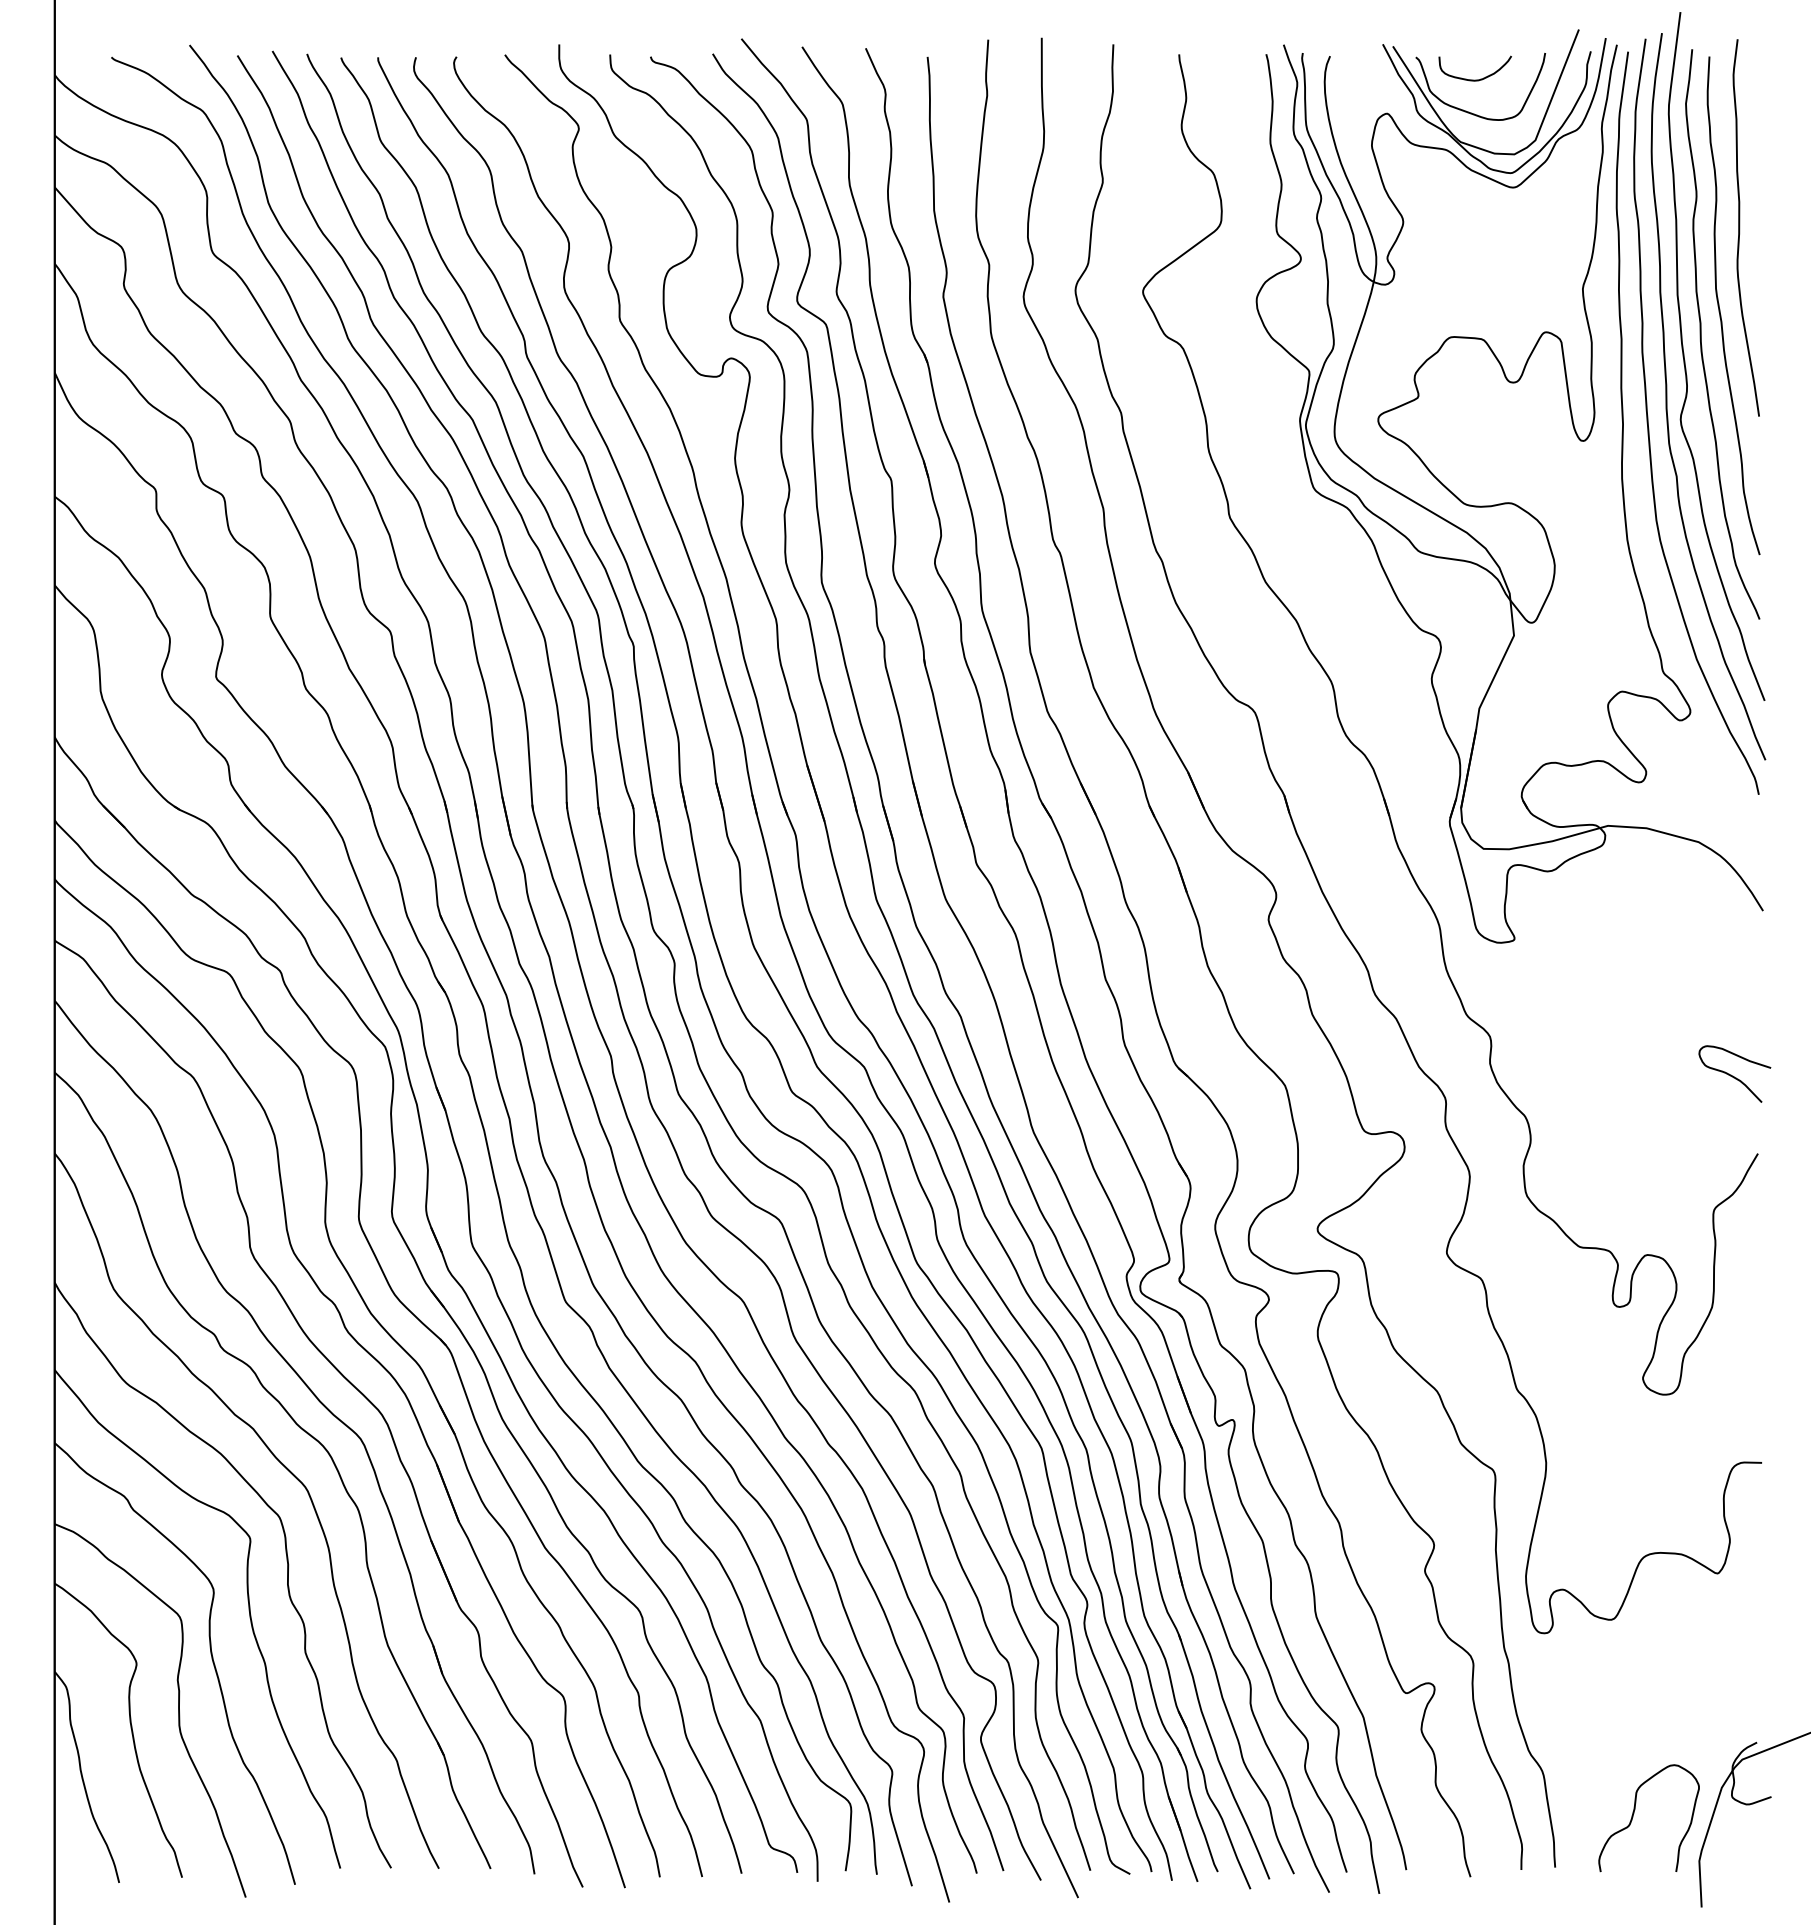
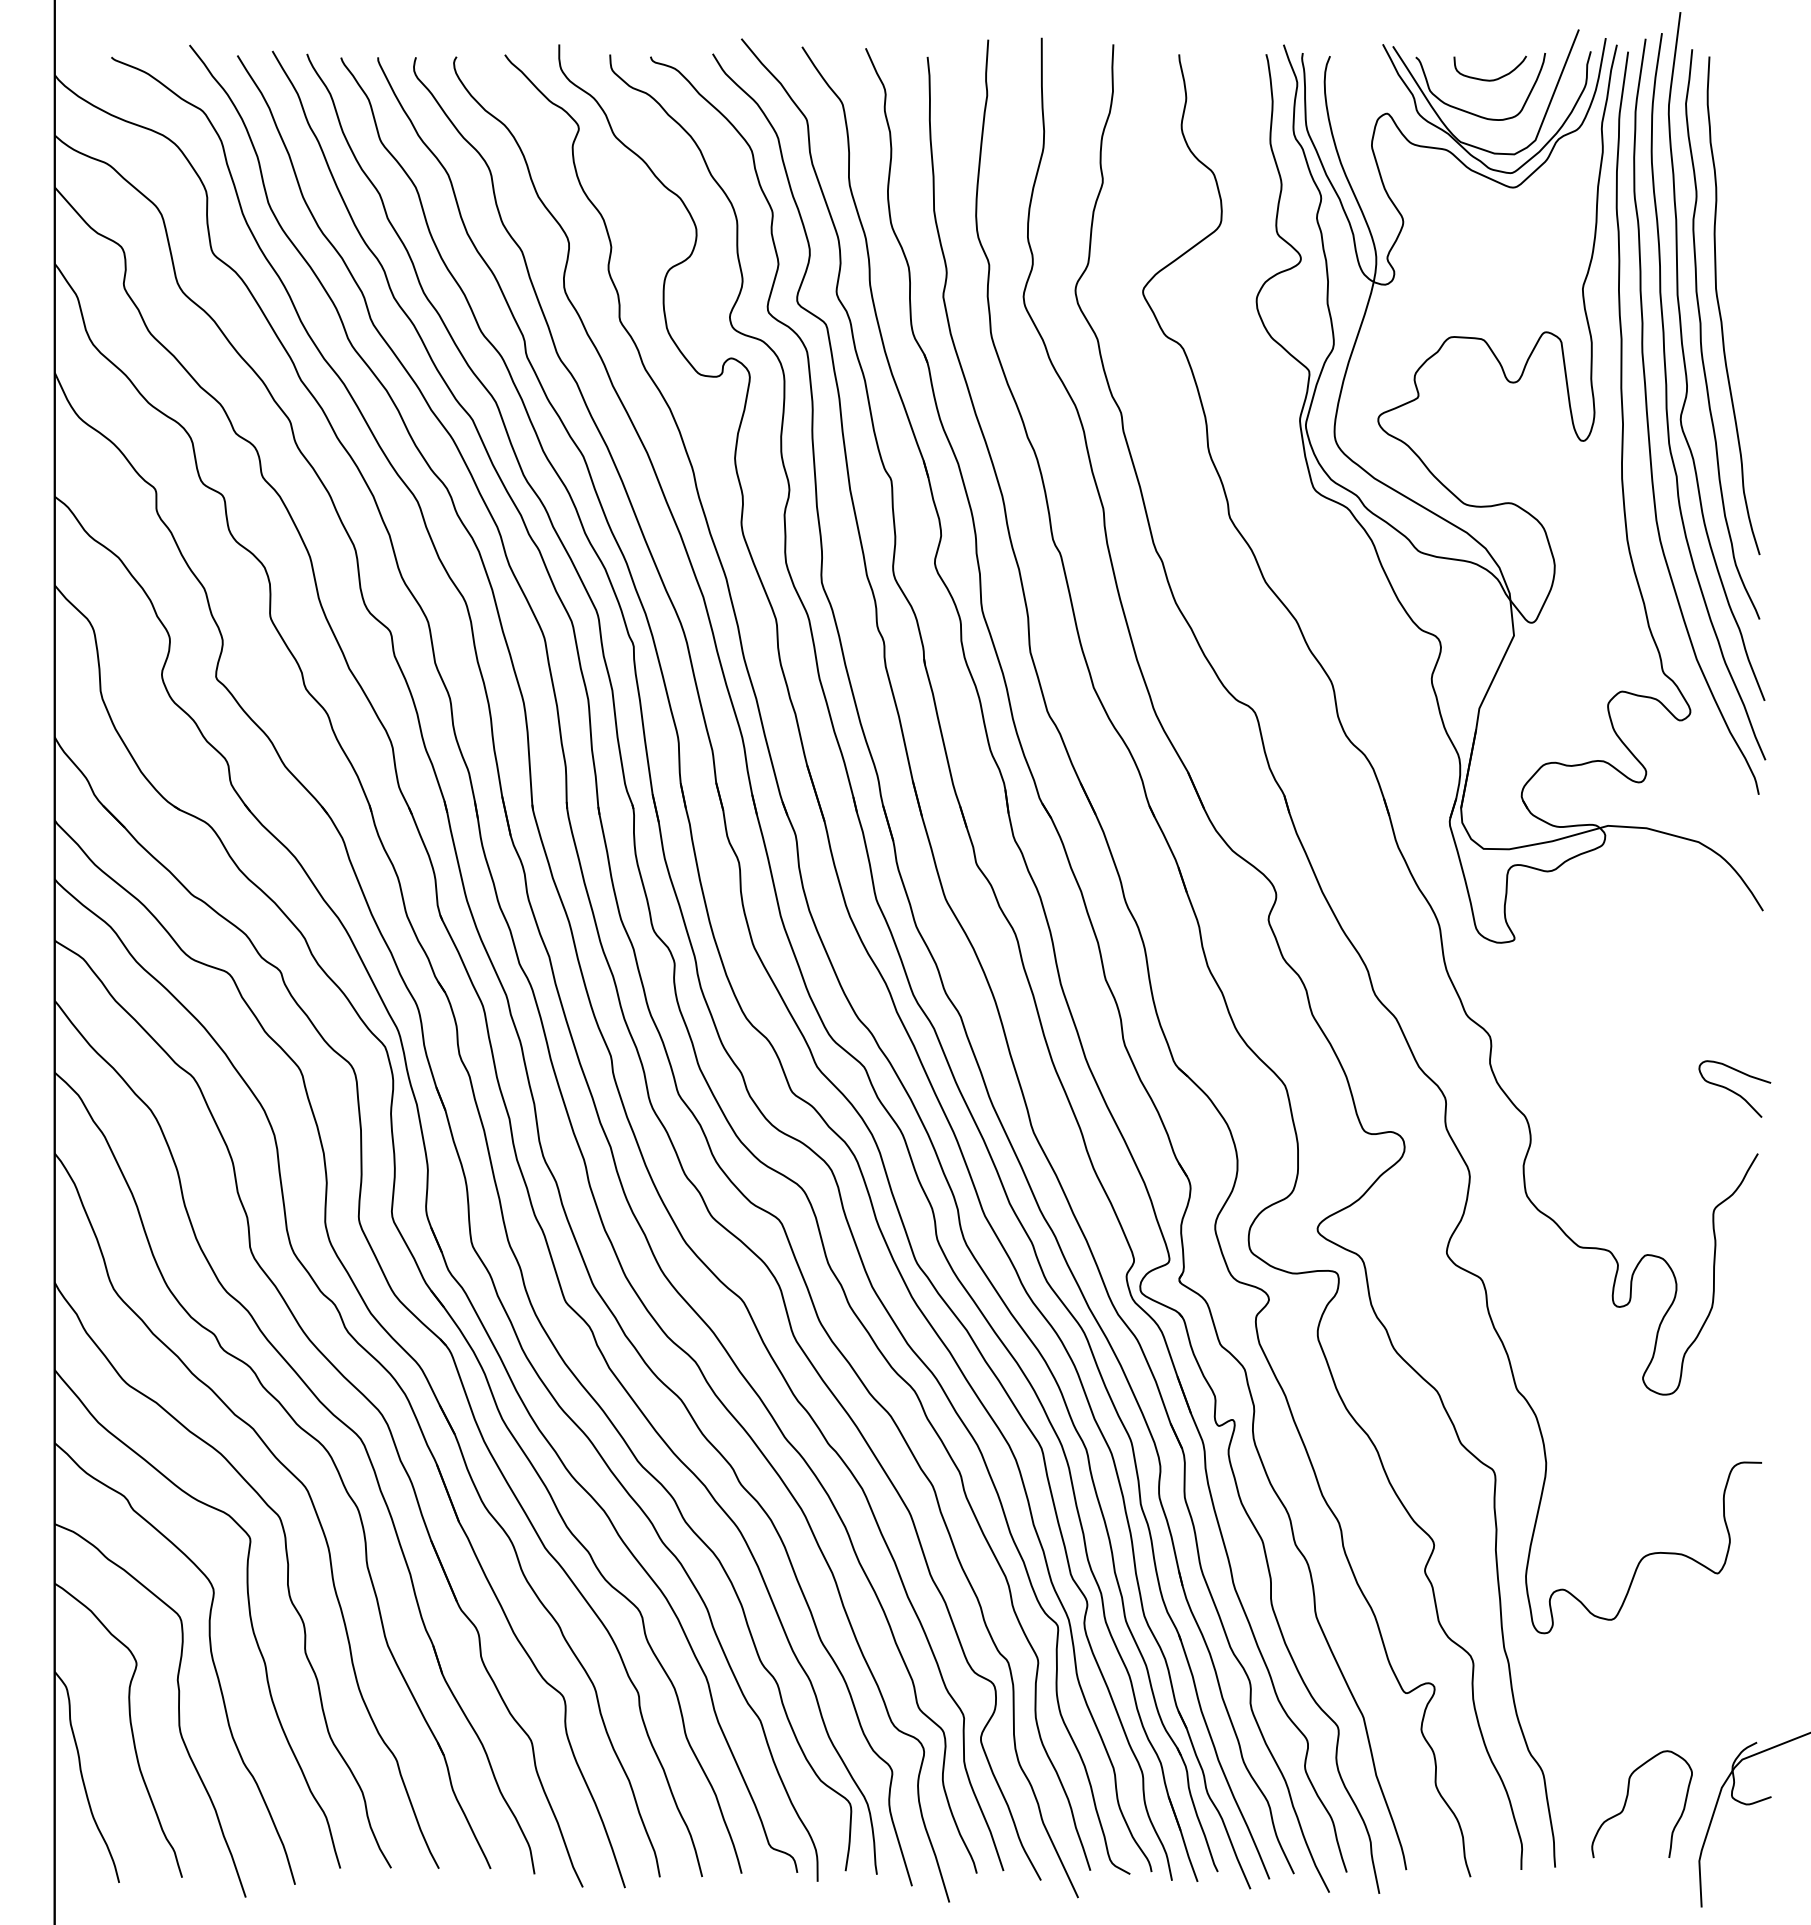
curve at (1474, 79) position: (1474, 79) -> (1489, 79)
curve at (1740, 227): present -> none
curve at (1732, 1075) position: (1732, 1075) -> (1732, 1090)
curve at (1634, 1813) position: (1634, 1813) -> (1627, 1799)
